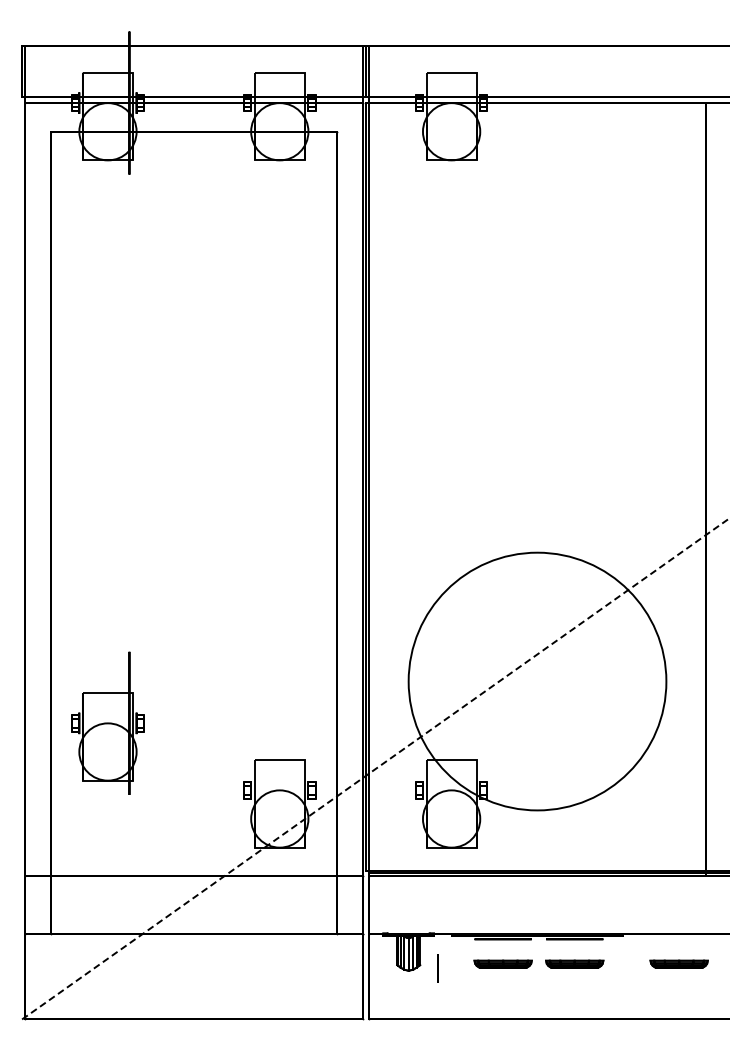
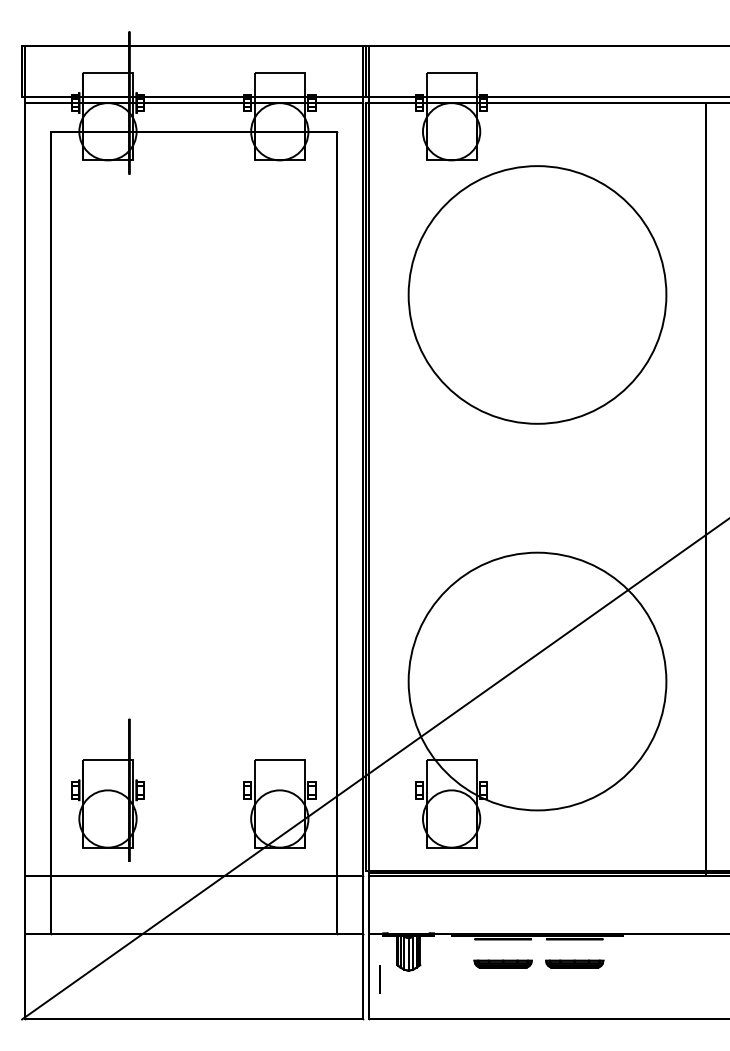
circle at (537, 294): none -> present
part at (107, 722) position: (107, 722) -> (107, 789)
line at (376, 768): dashed -> solid
part at (678, 963): present -> none
circle at (437, 968) position: (437, 968) -> (379, 979)
